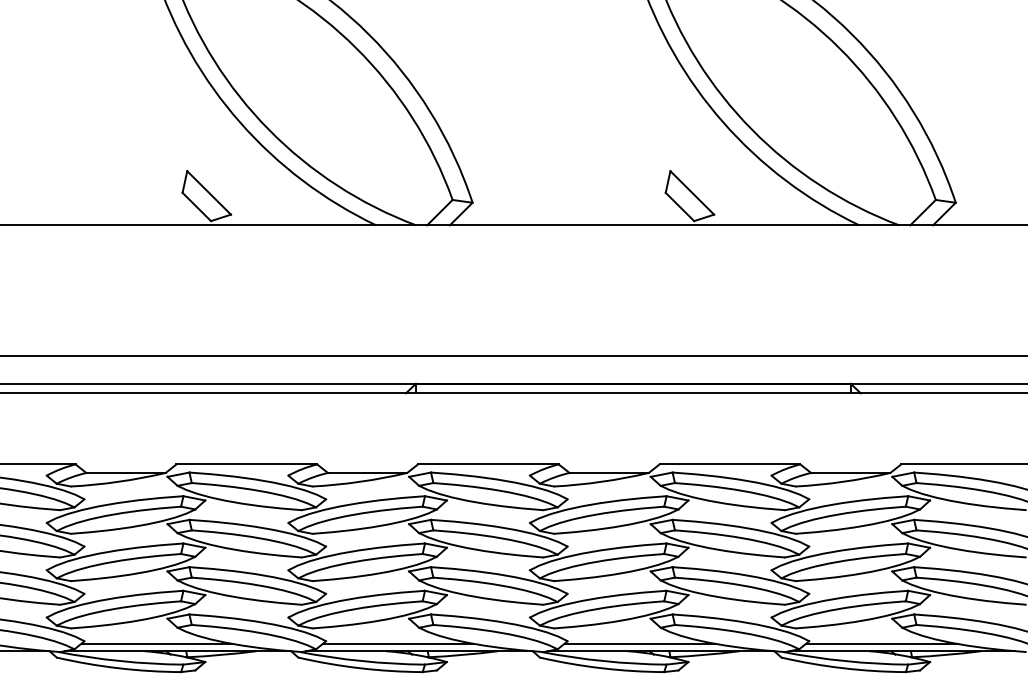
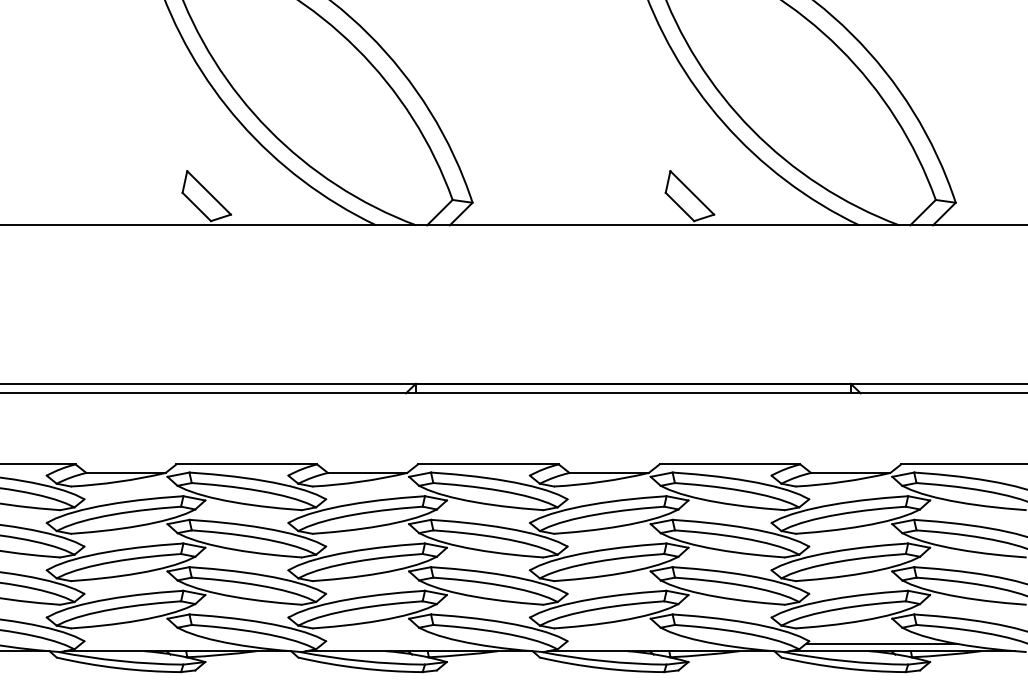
line at (513, 356): present -> none
line at (156, 644): present -> none
line at (398, 644): present -> none
line at (640, 644): present -> none
